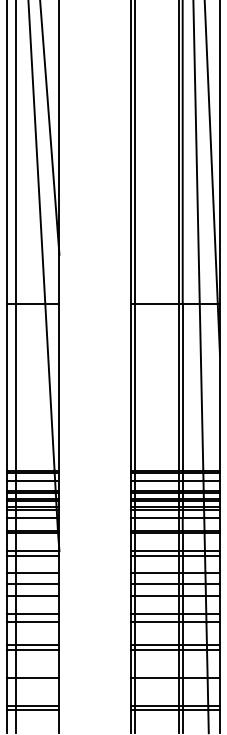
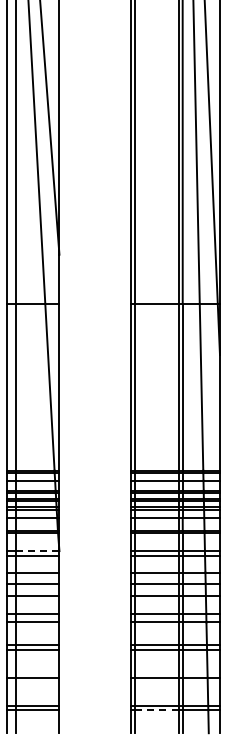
line at (37, 551): solid -> dashed
line at (157, 710): solid -> dashed
